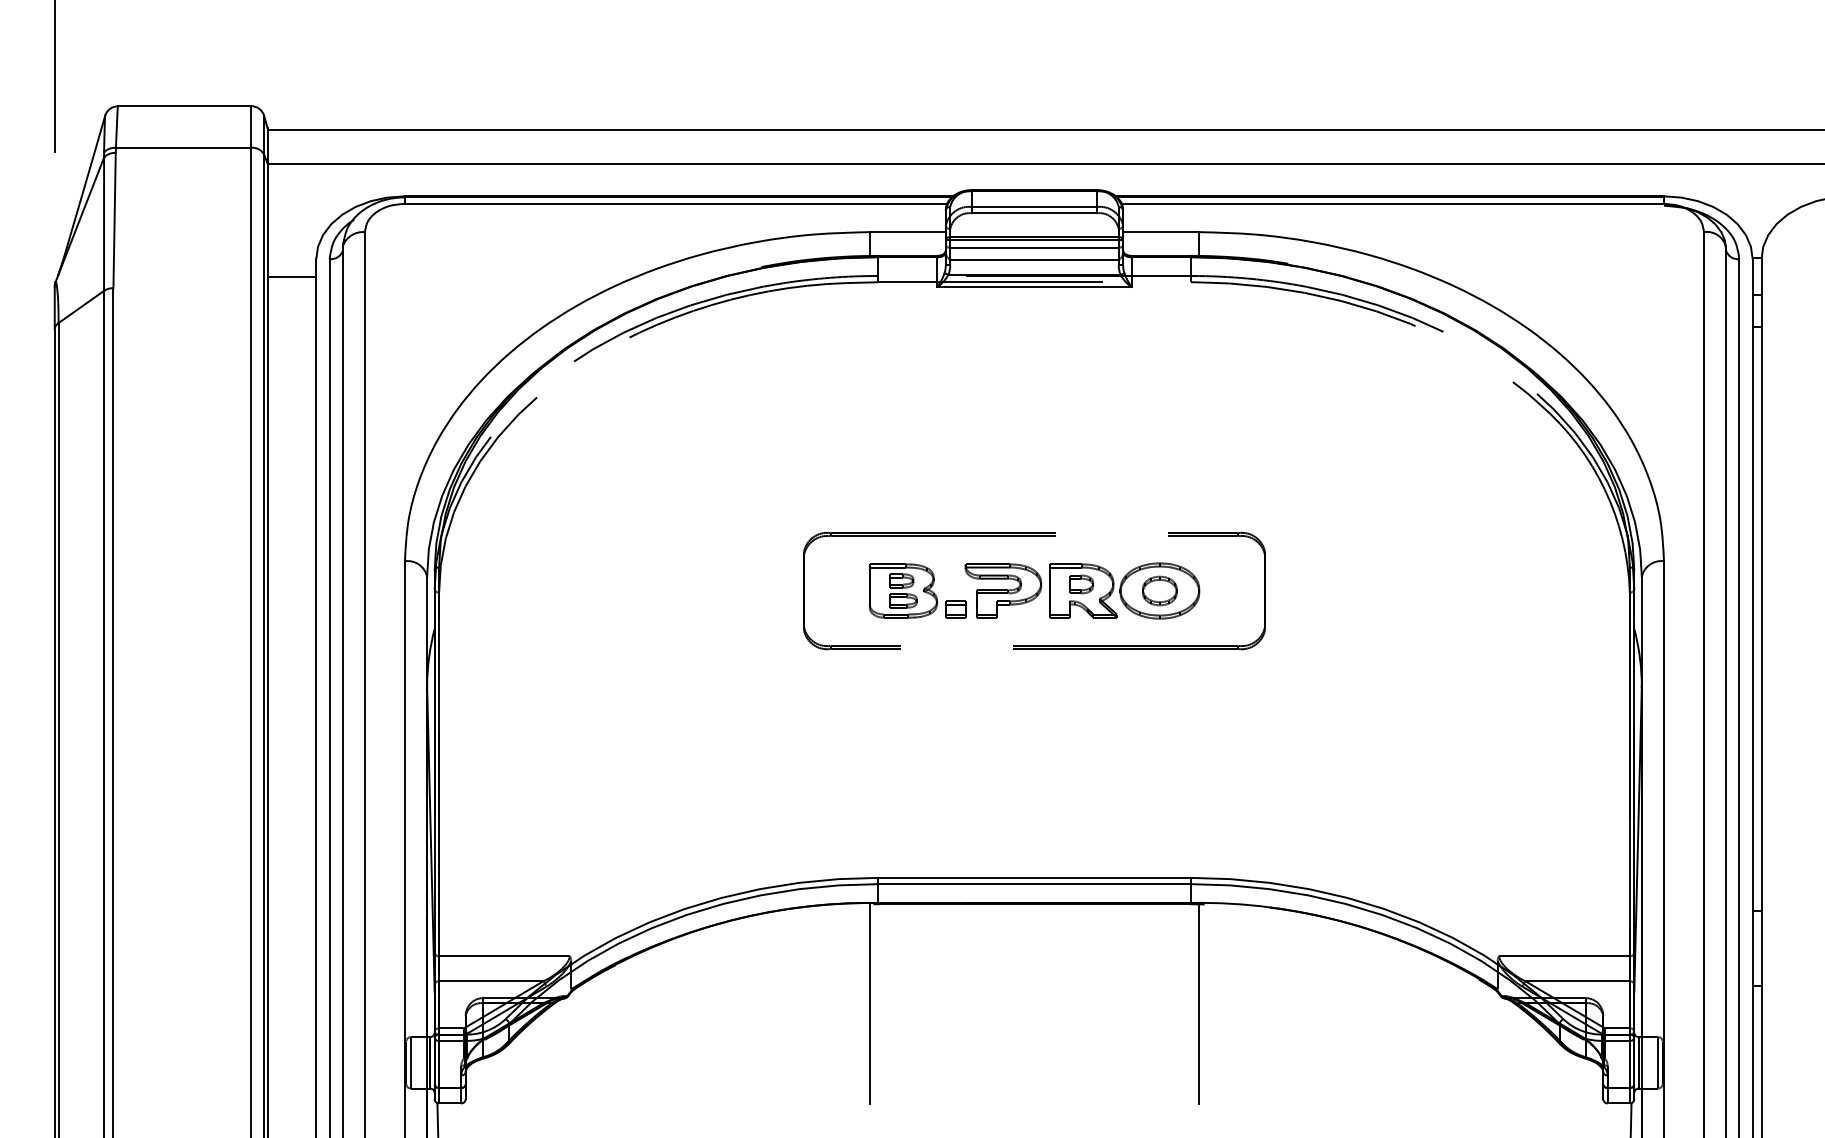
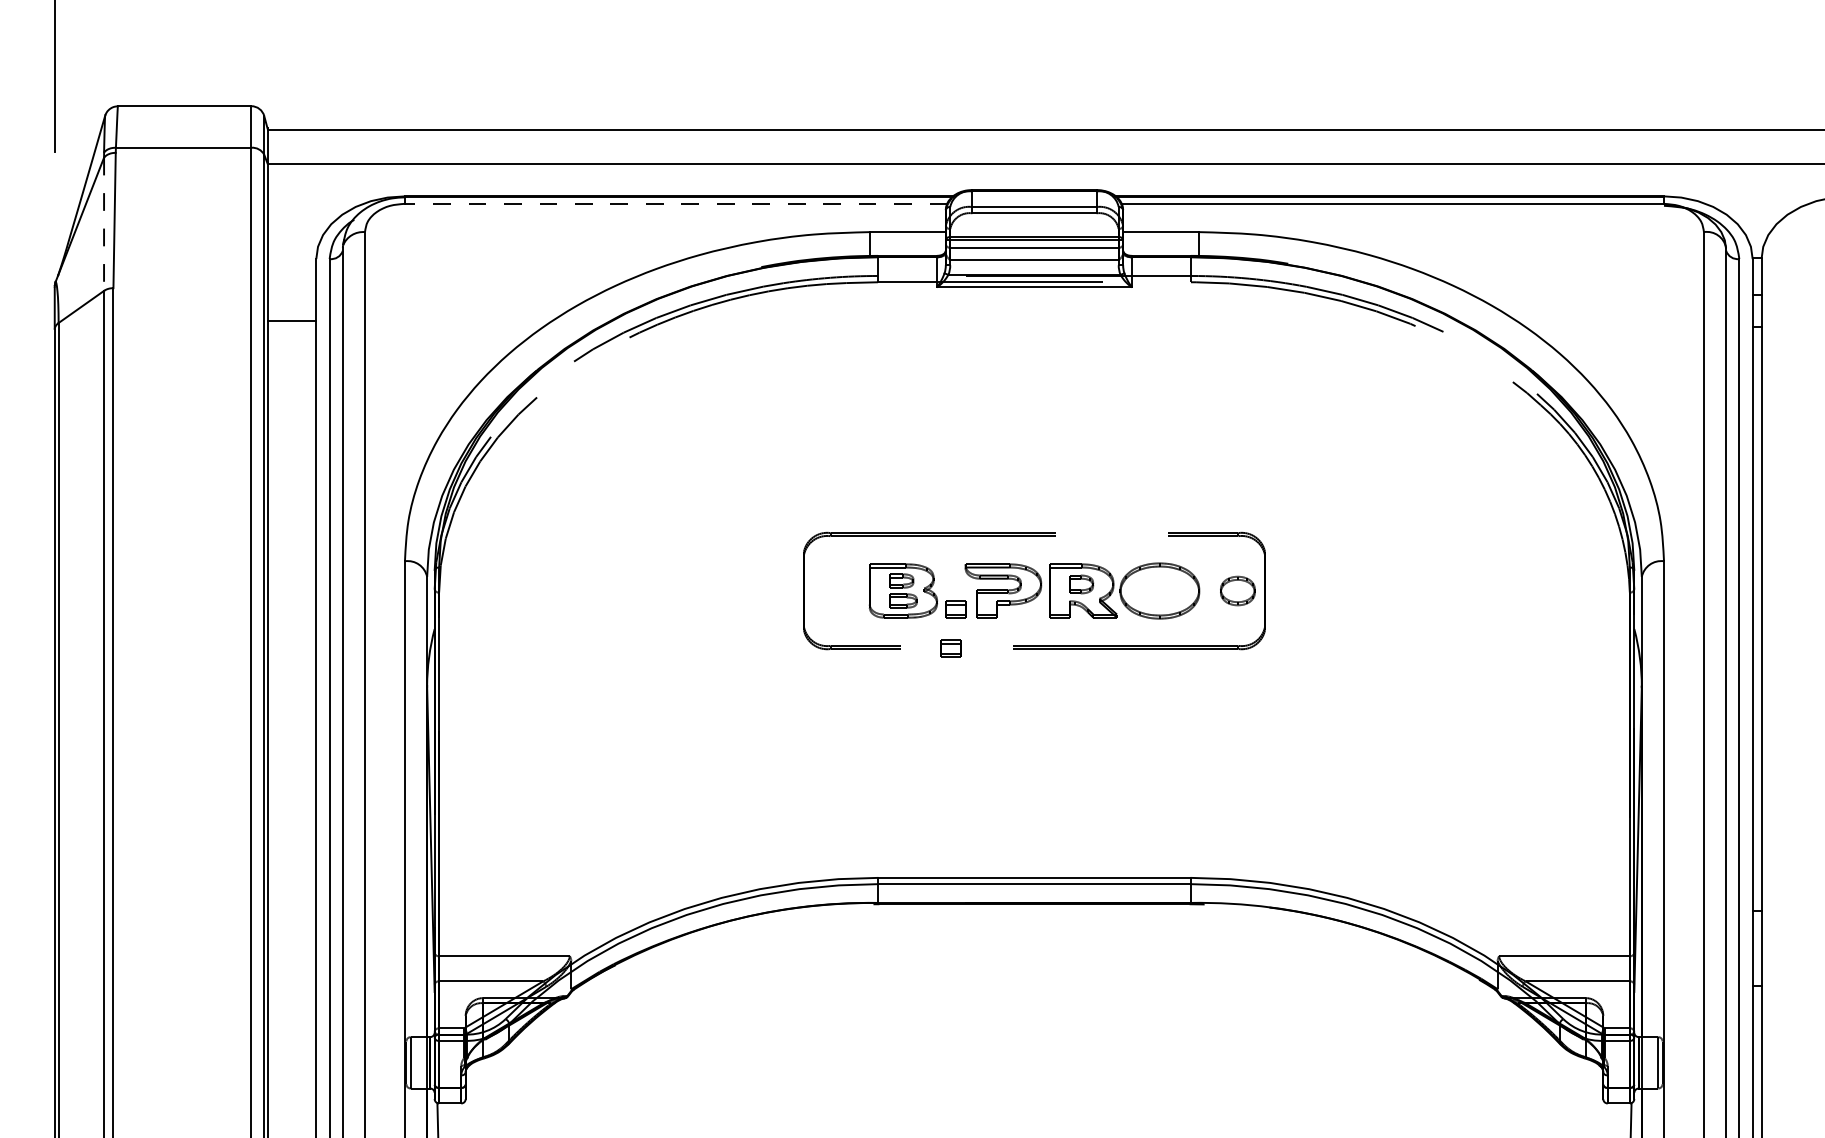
line at (675, 203): solid -> dashed
line at (104, 224): solid -> dashed
line at (291, 276) position: (291, 276) -> (291, 320)
part at (1159, 590) position: (1159, 590) -> (1237, 590)
part at (950, 648): none -> present
line at (870, 1003): present -> none
line at (1198, 1003): present -> none
